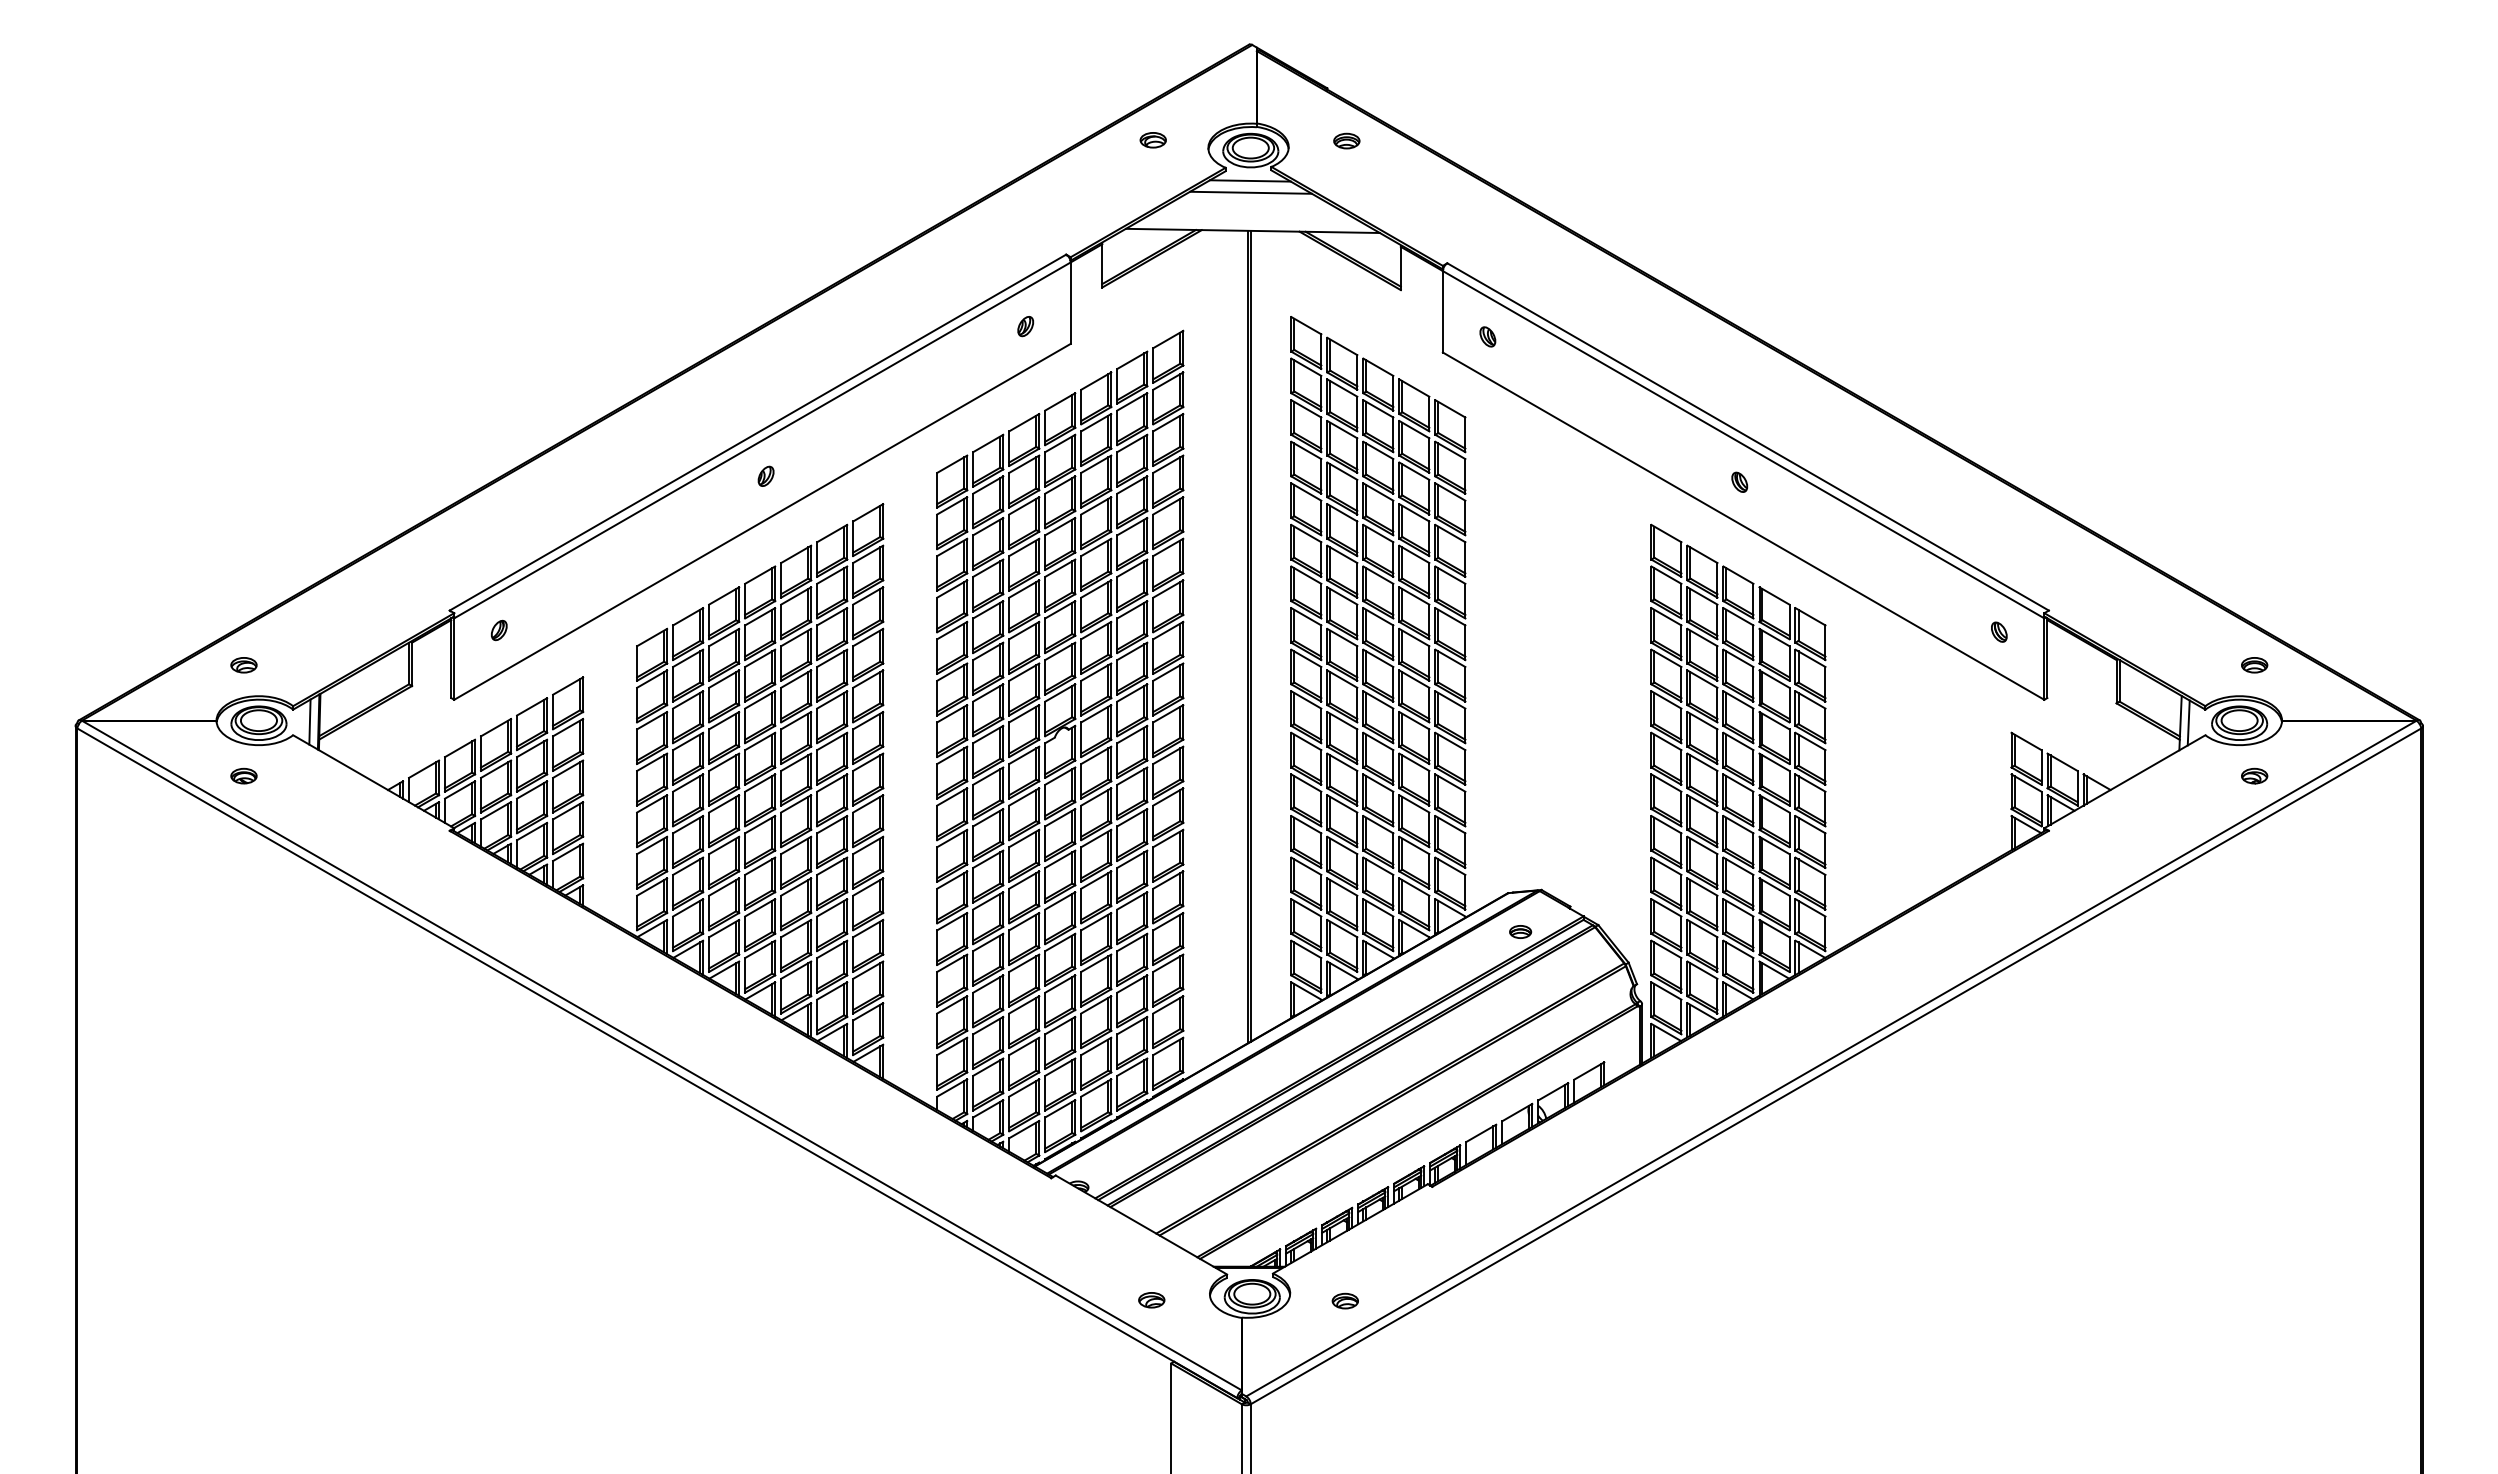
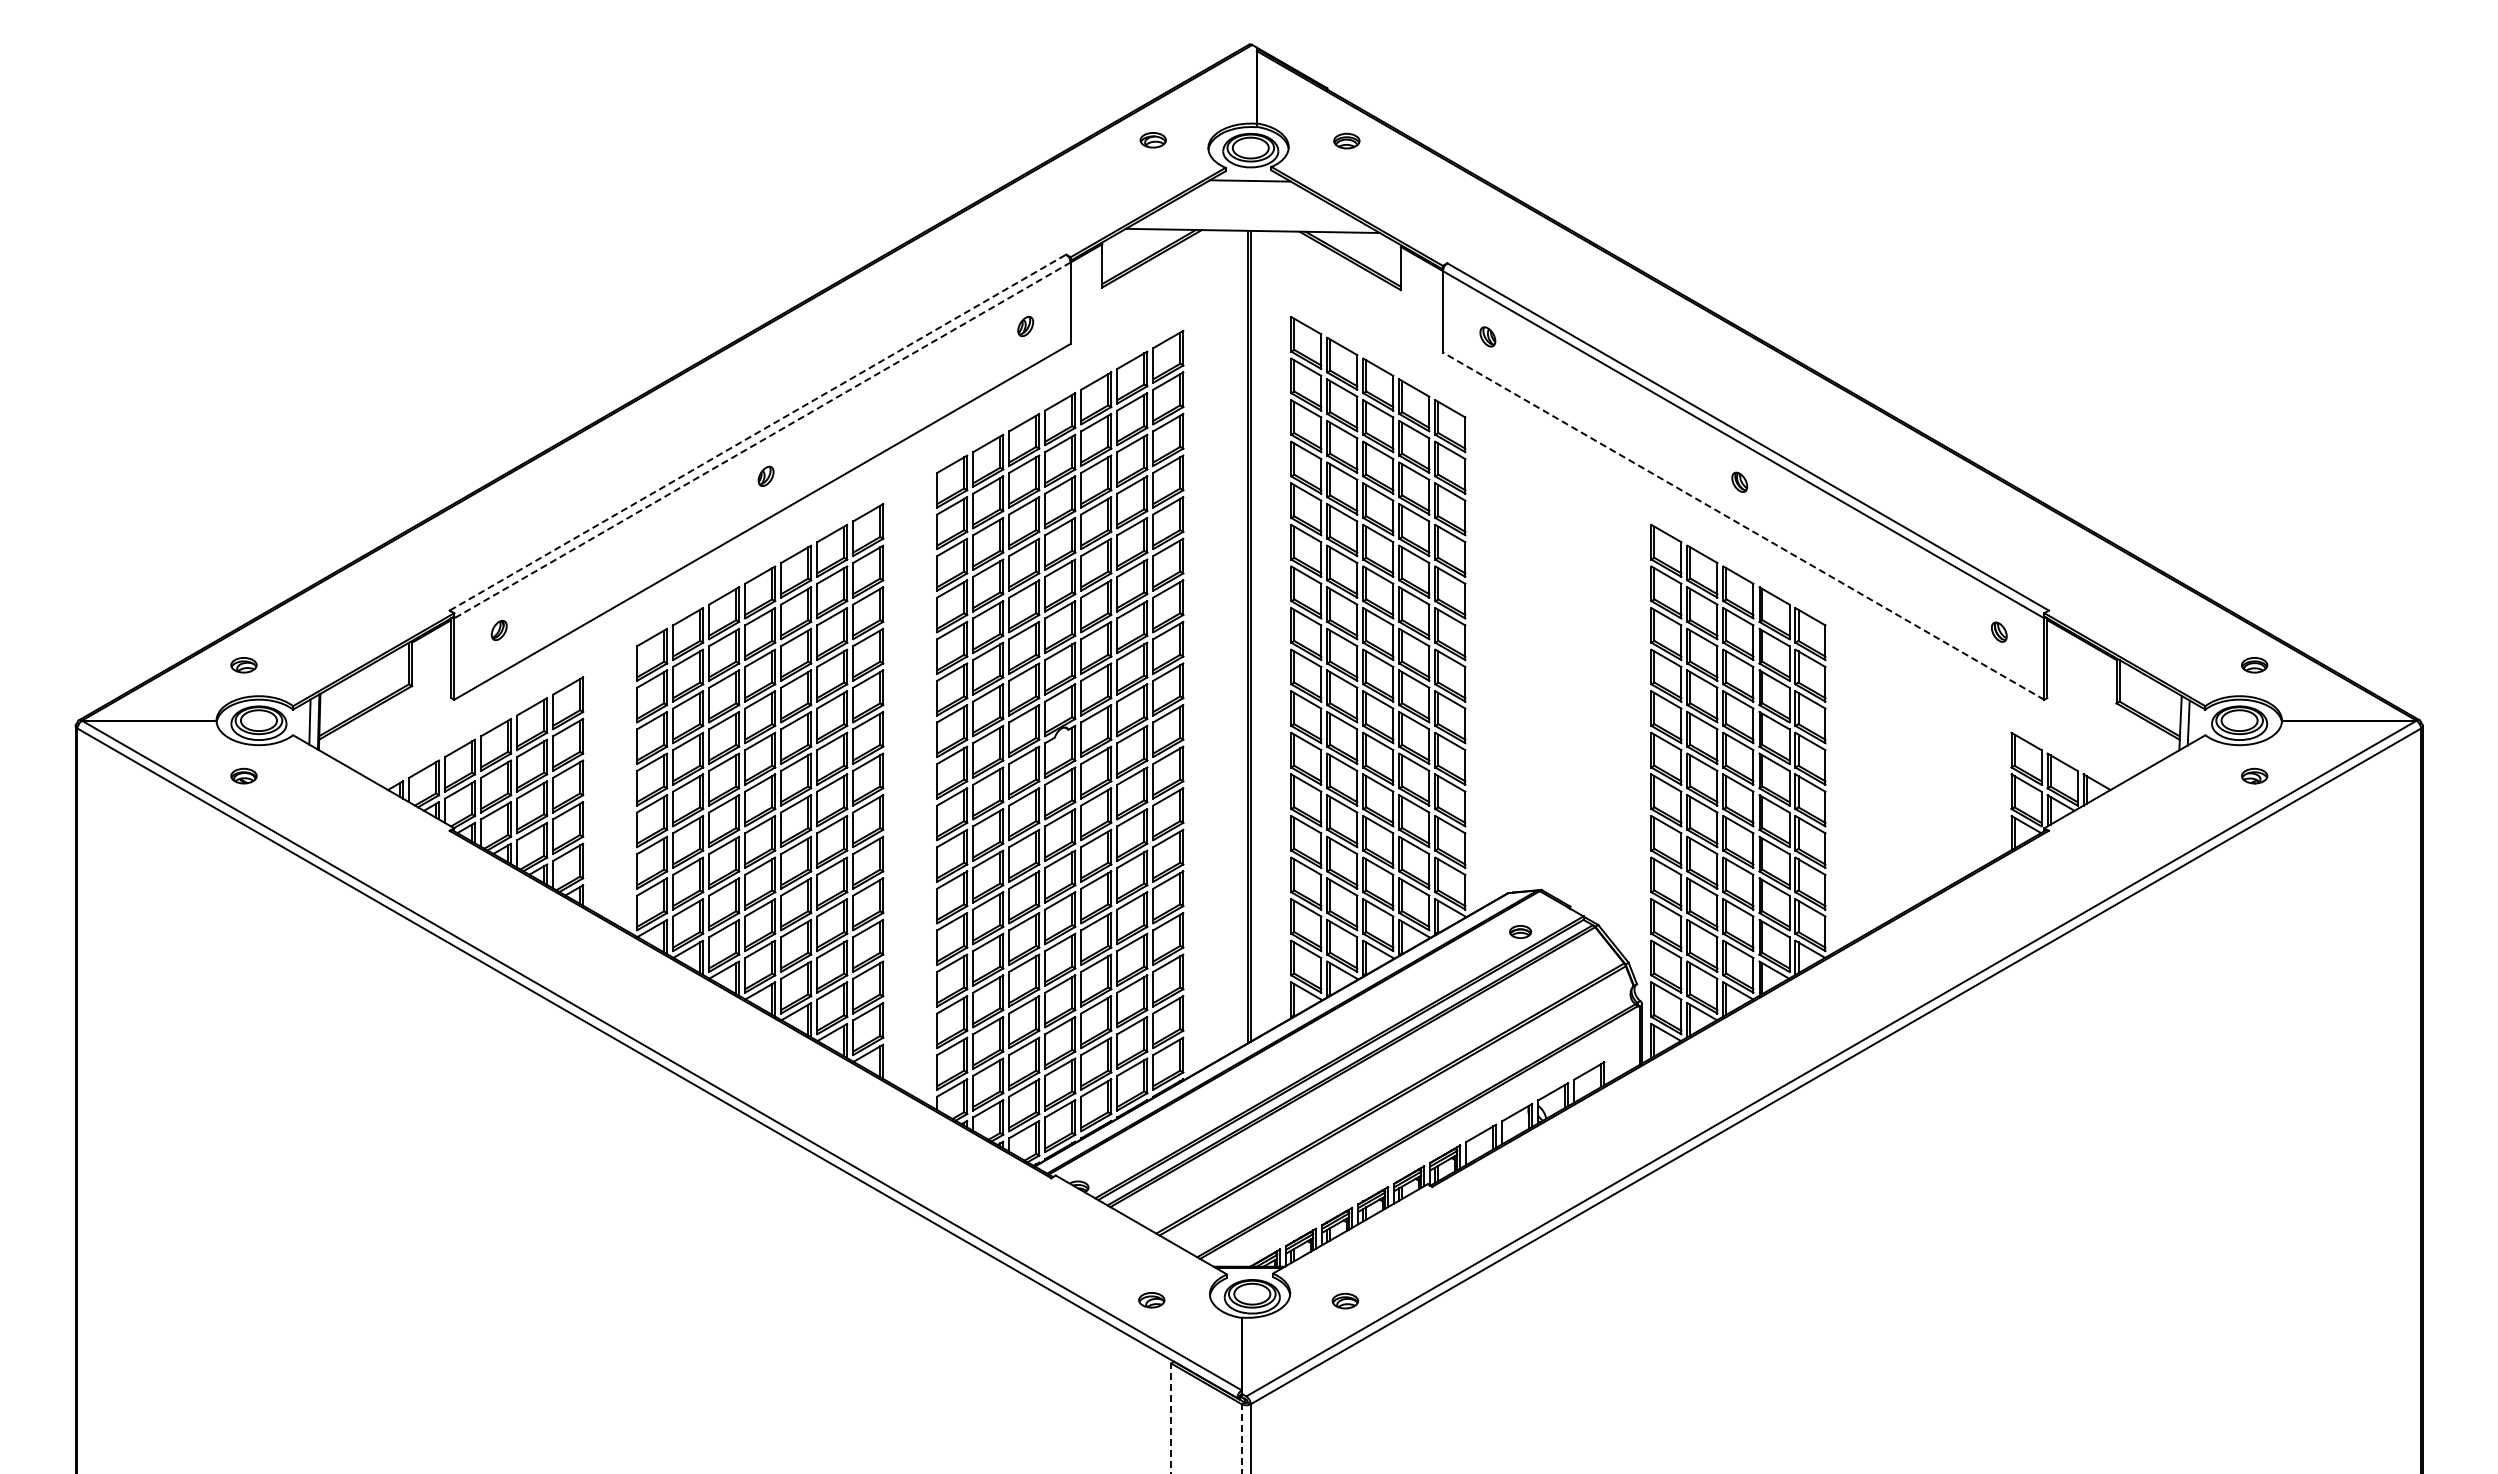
line at (1251, 192): present -> none
line at (757, 432): solid -> dashed
line at (762, 440): solid -> dashed
line at (1743, 525): solid -> dashed
line at (1171, 1418): solid -> dashed
line at (1241, 1438): solid -> dashed
